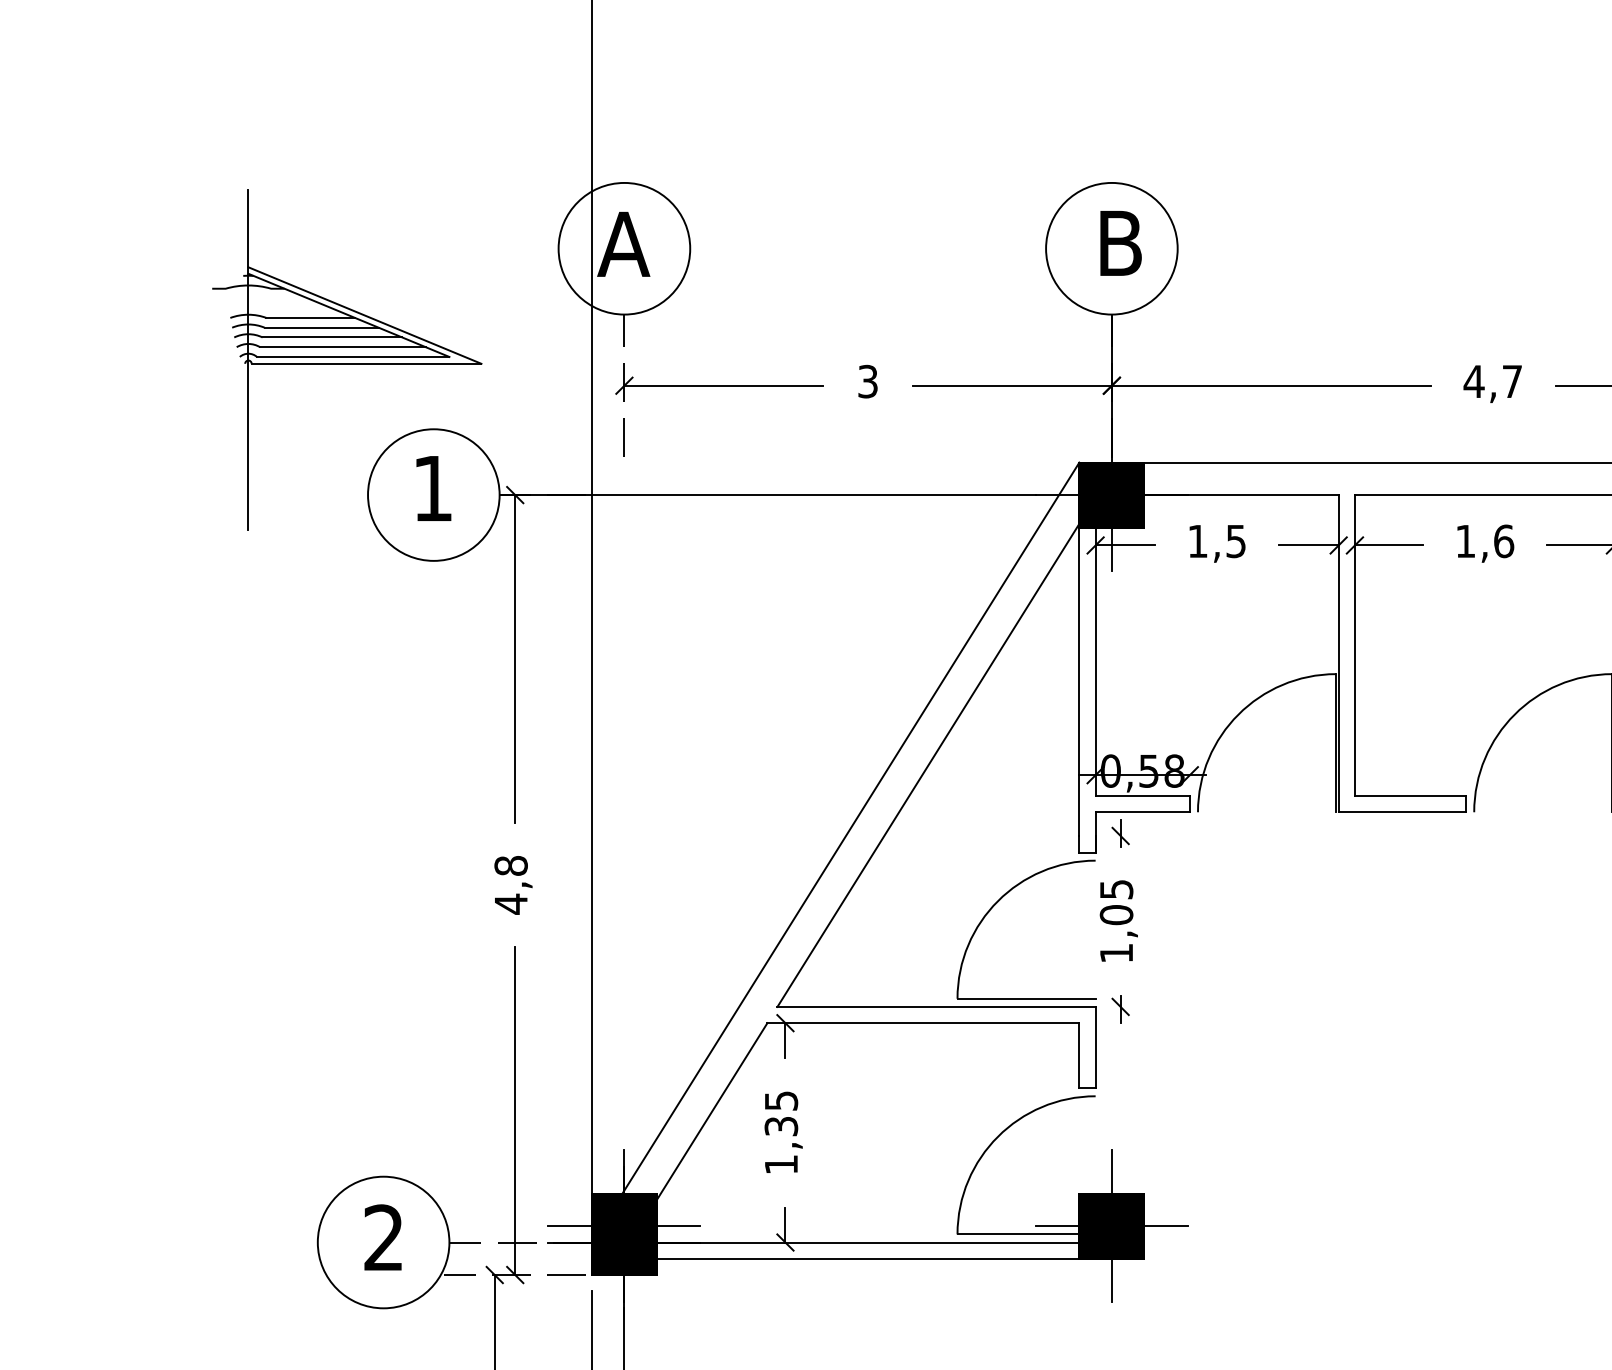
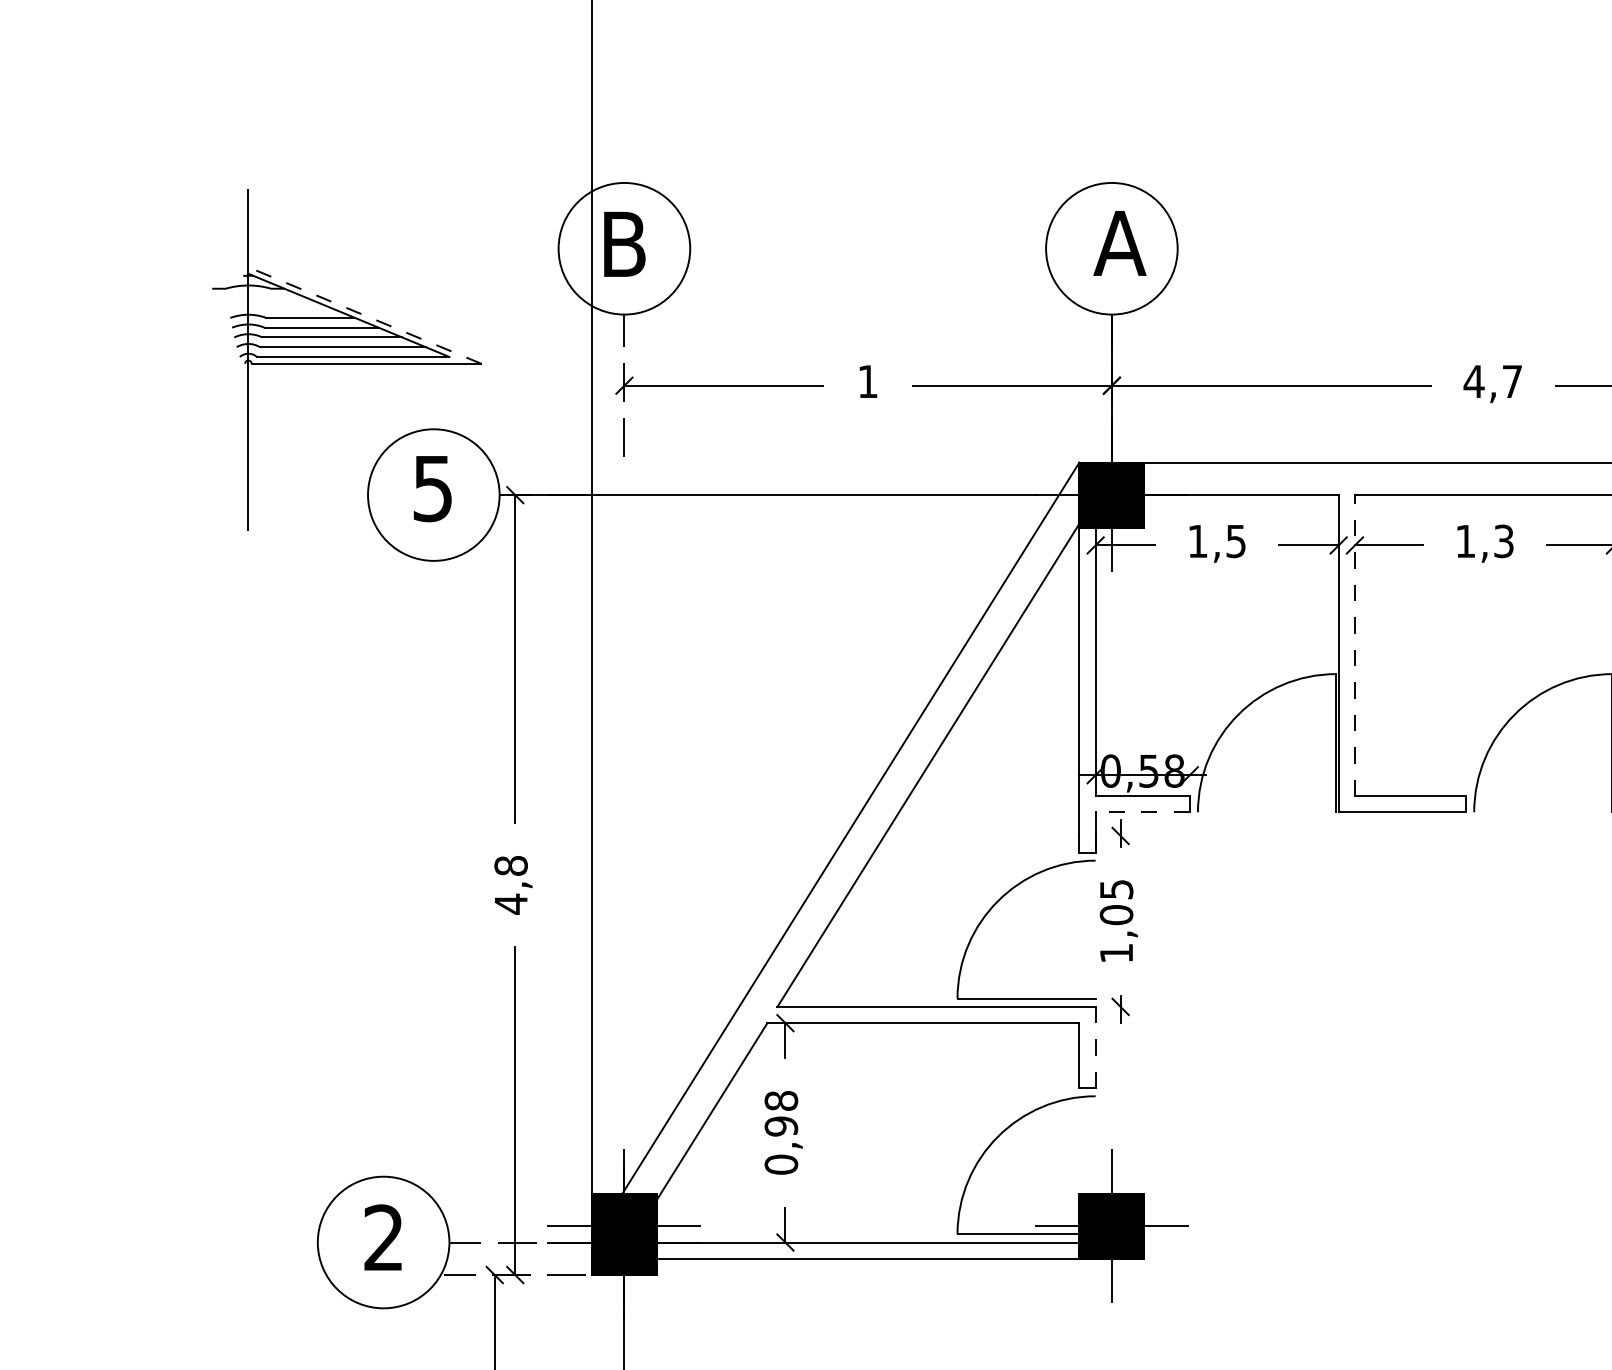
text at (1119, 242): B -> A
text at (623, 243): A -> B
line at (364, 315): solid -> dashed
text at (867, 381): 3 -> 1
text at (432, 489): 1 -> 5
text at (1504, 541): 1,6 -> 1,3
line at (1354, 645): solid -> dashed
line at (1142, 812): solid -> dashed
line at (1095, 1047): solid -> dashed
text at (781, 1132): 1,35 -> 0,98
line at (591, 1328): present -> none
